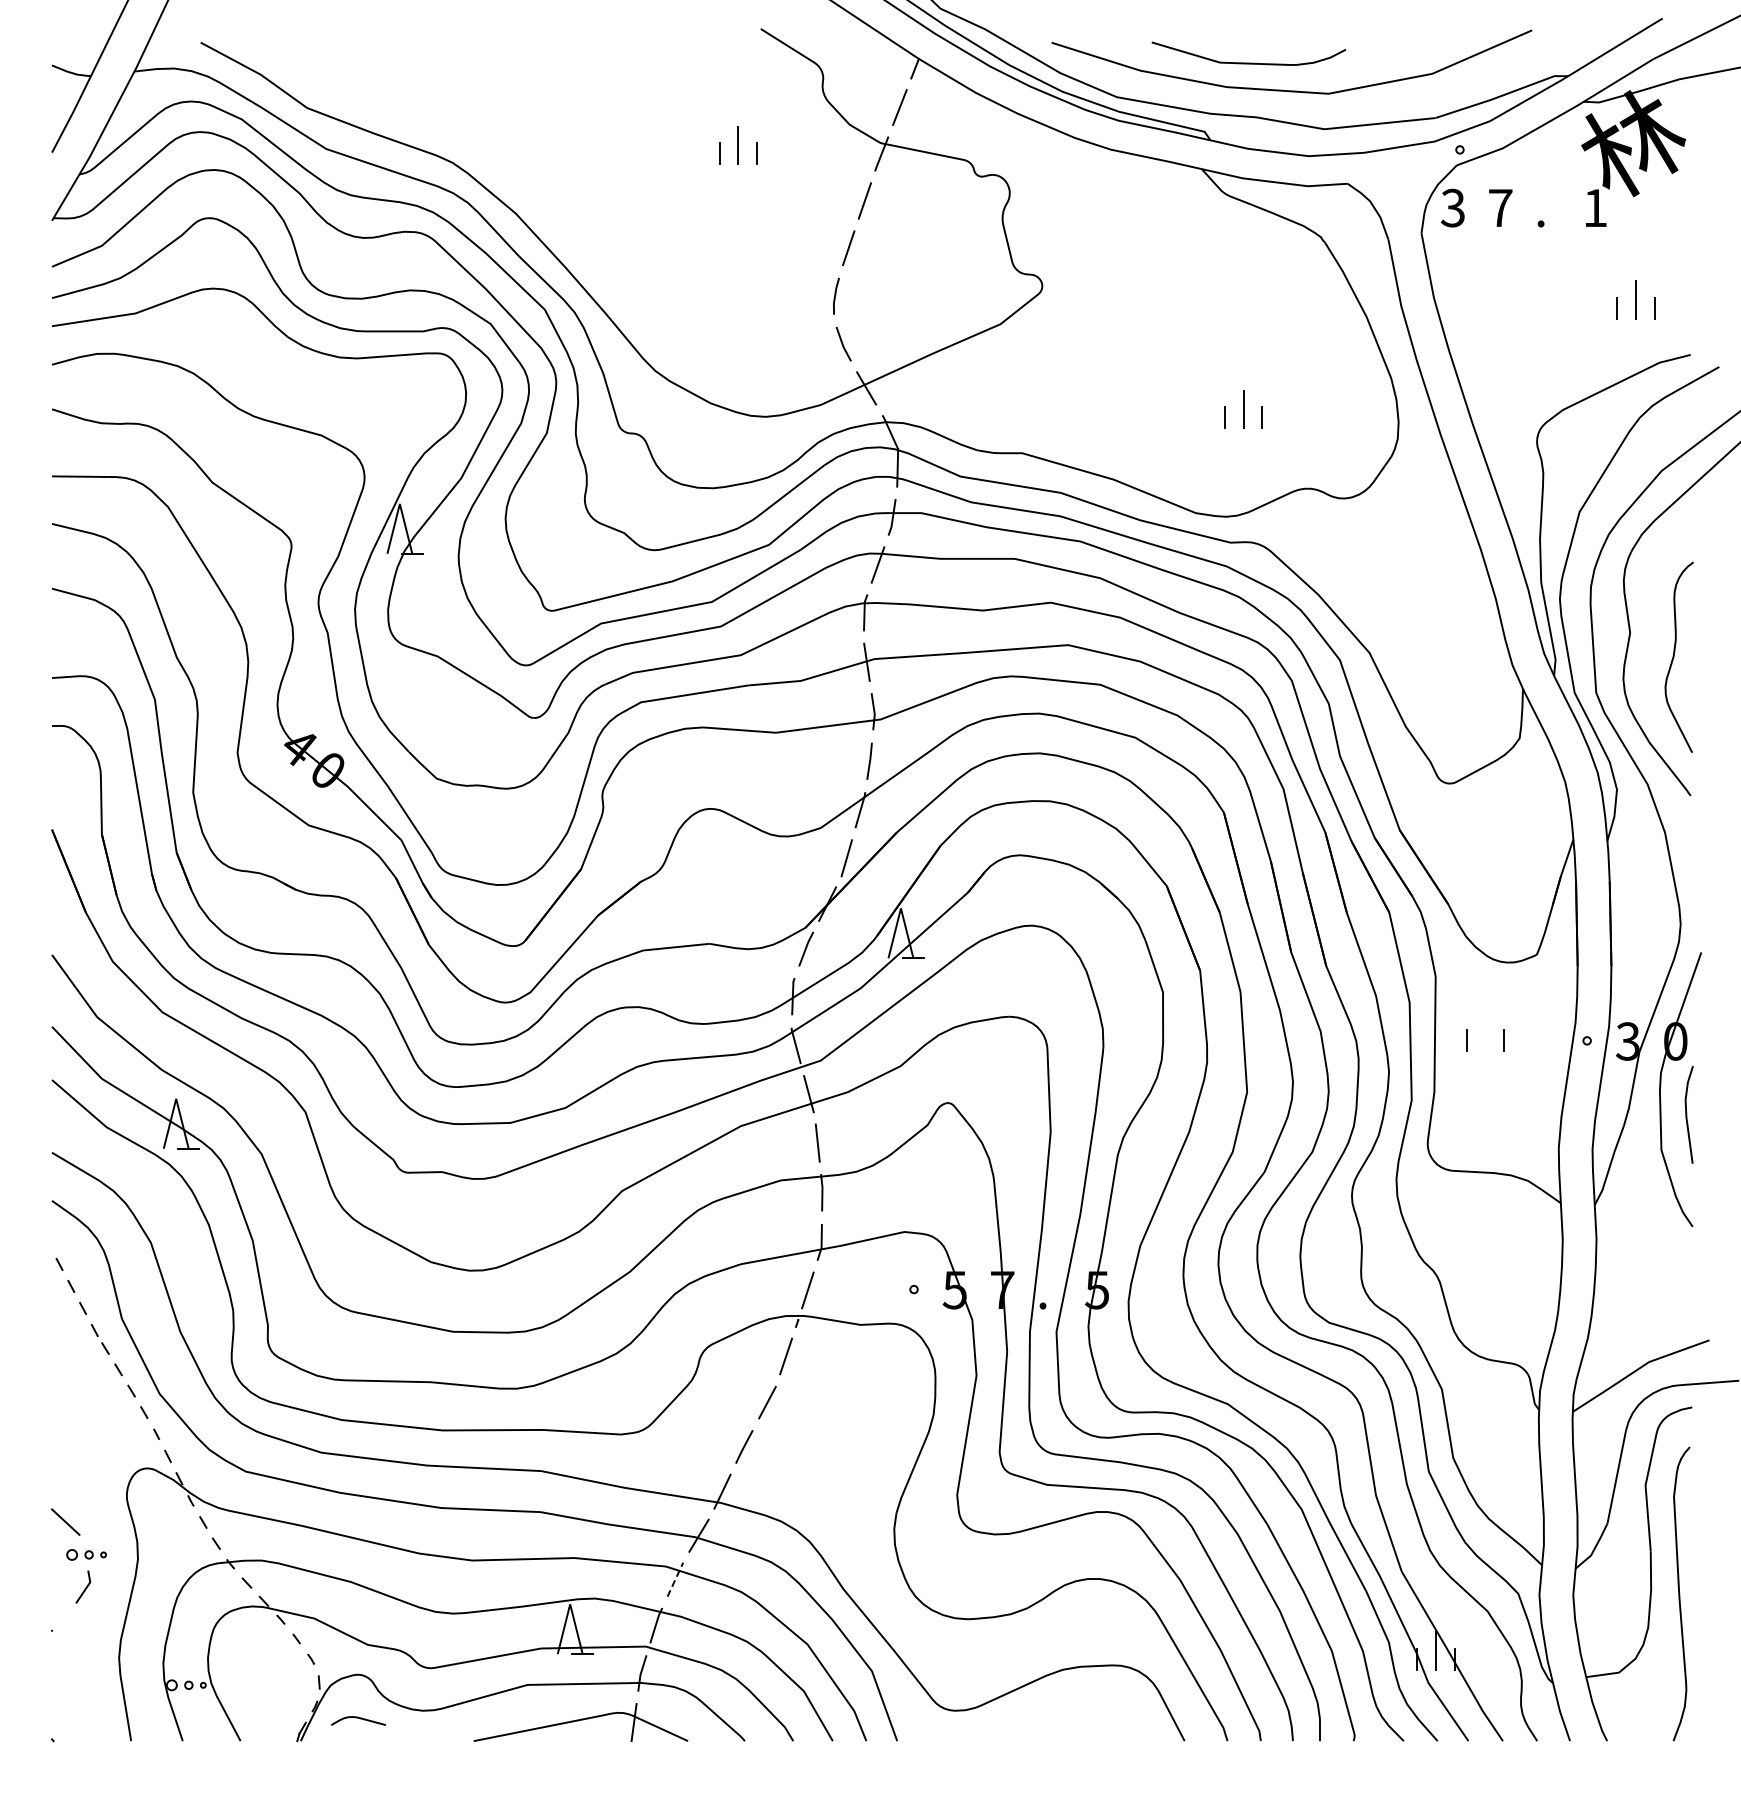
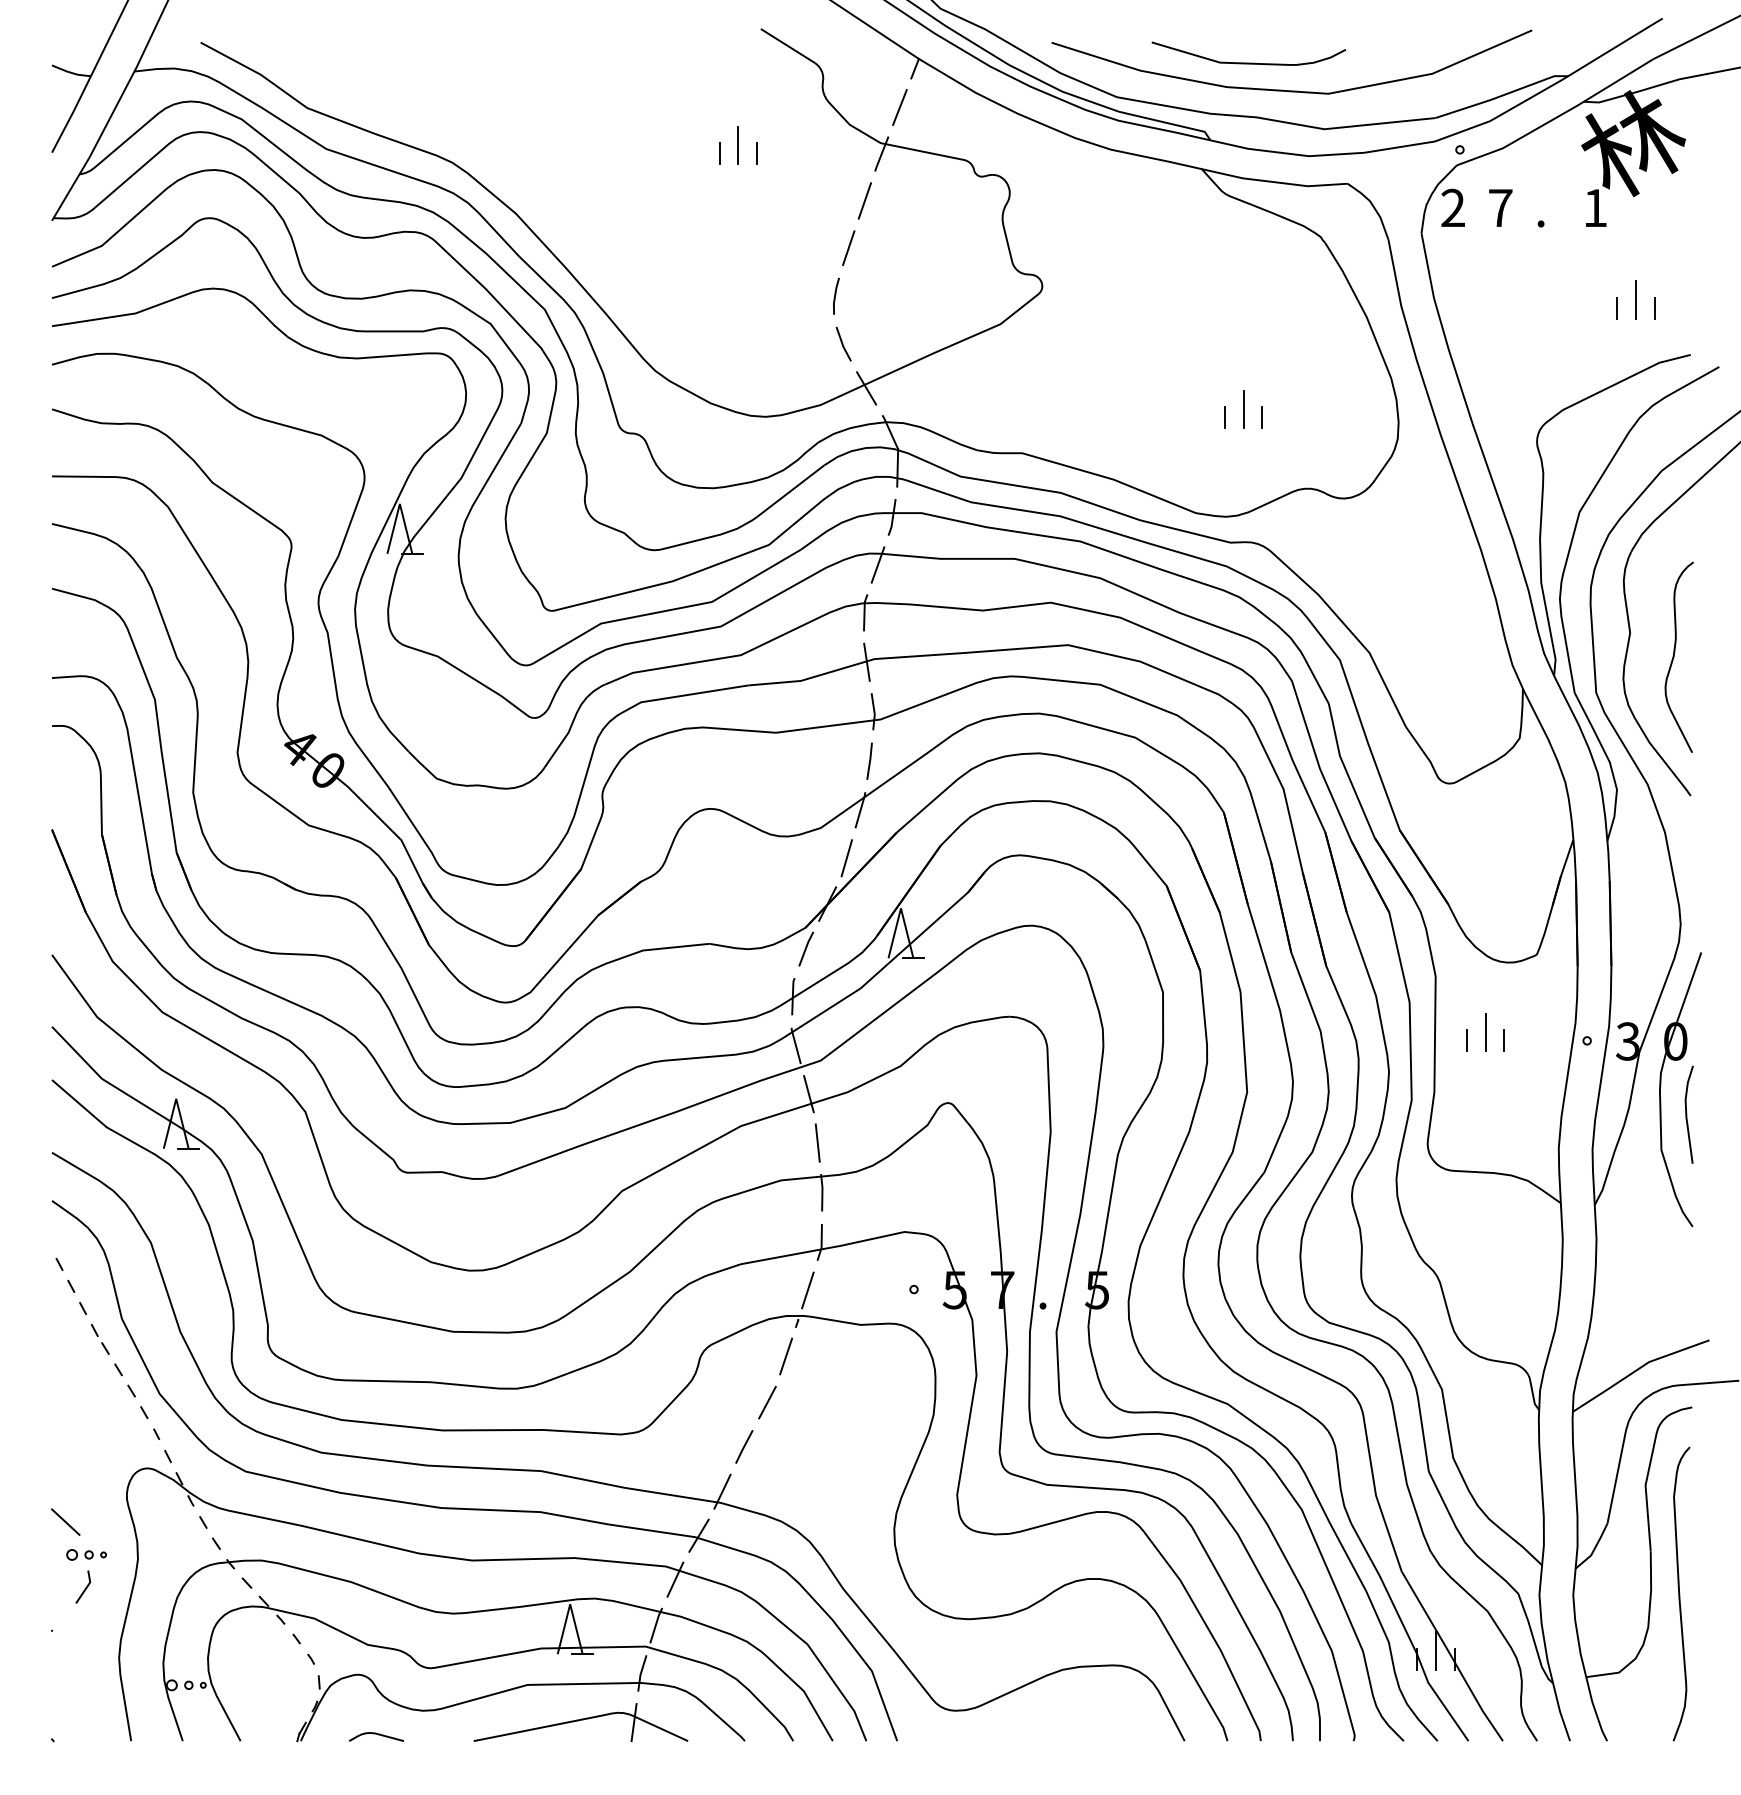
text at (1452, 208): 3 -> 2
line at (1485, 1032): none -> present
line at (675, 1579): dashed -> solid
curve at (358, 1718) position: (358, 1718) -> (376, 1734)
